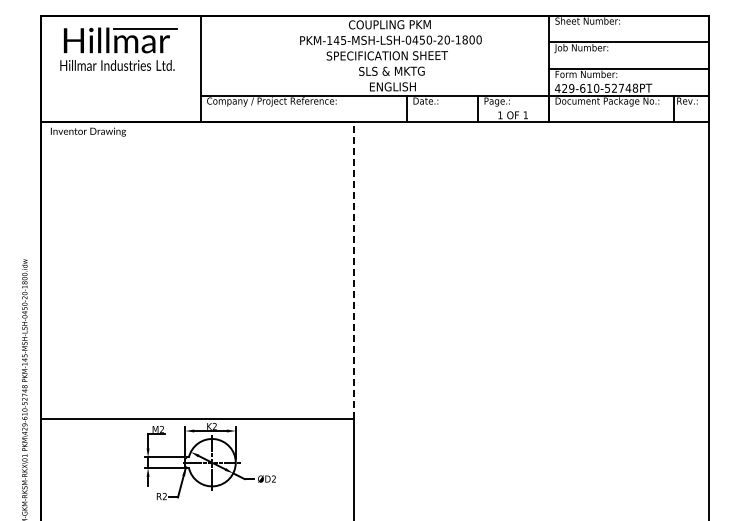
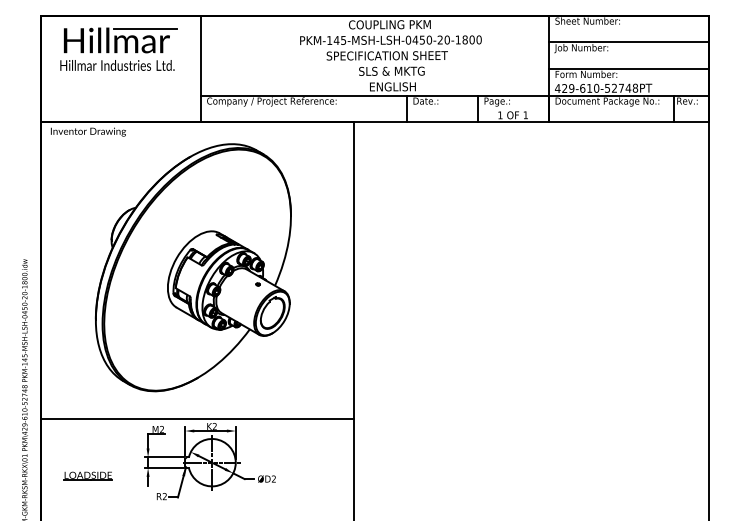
part at (192, 267): none -> present
line at (353, 270): dashed -> solid
part at (87, 475): none -> present
